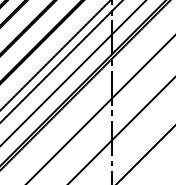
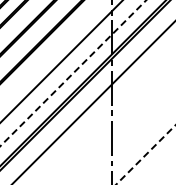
line at (55, 55): present -> none
line at (73, 73): solid -> dashed
line at (100, 109) position: (100, 109) -> (93, 102)
line at (121, 130): present -> none
line at (146, 154): solid -> dashed
